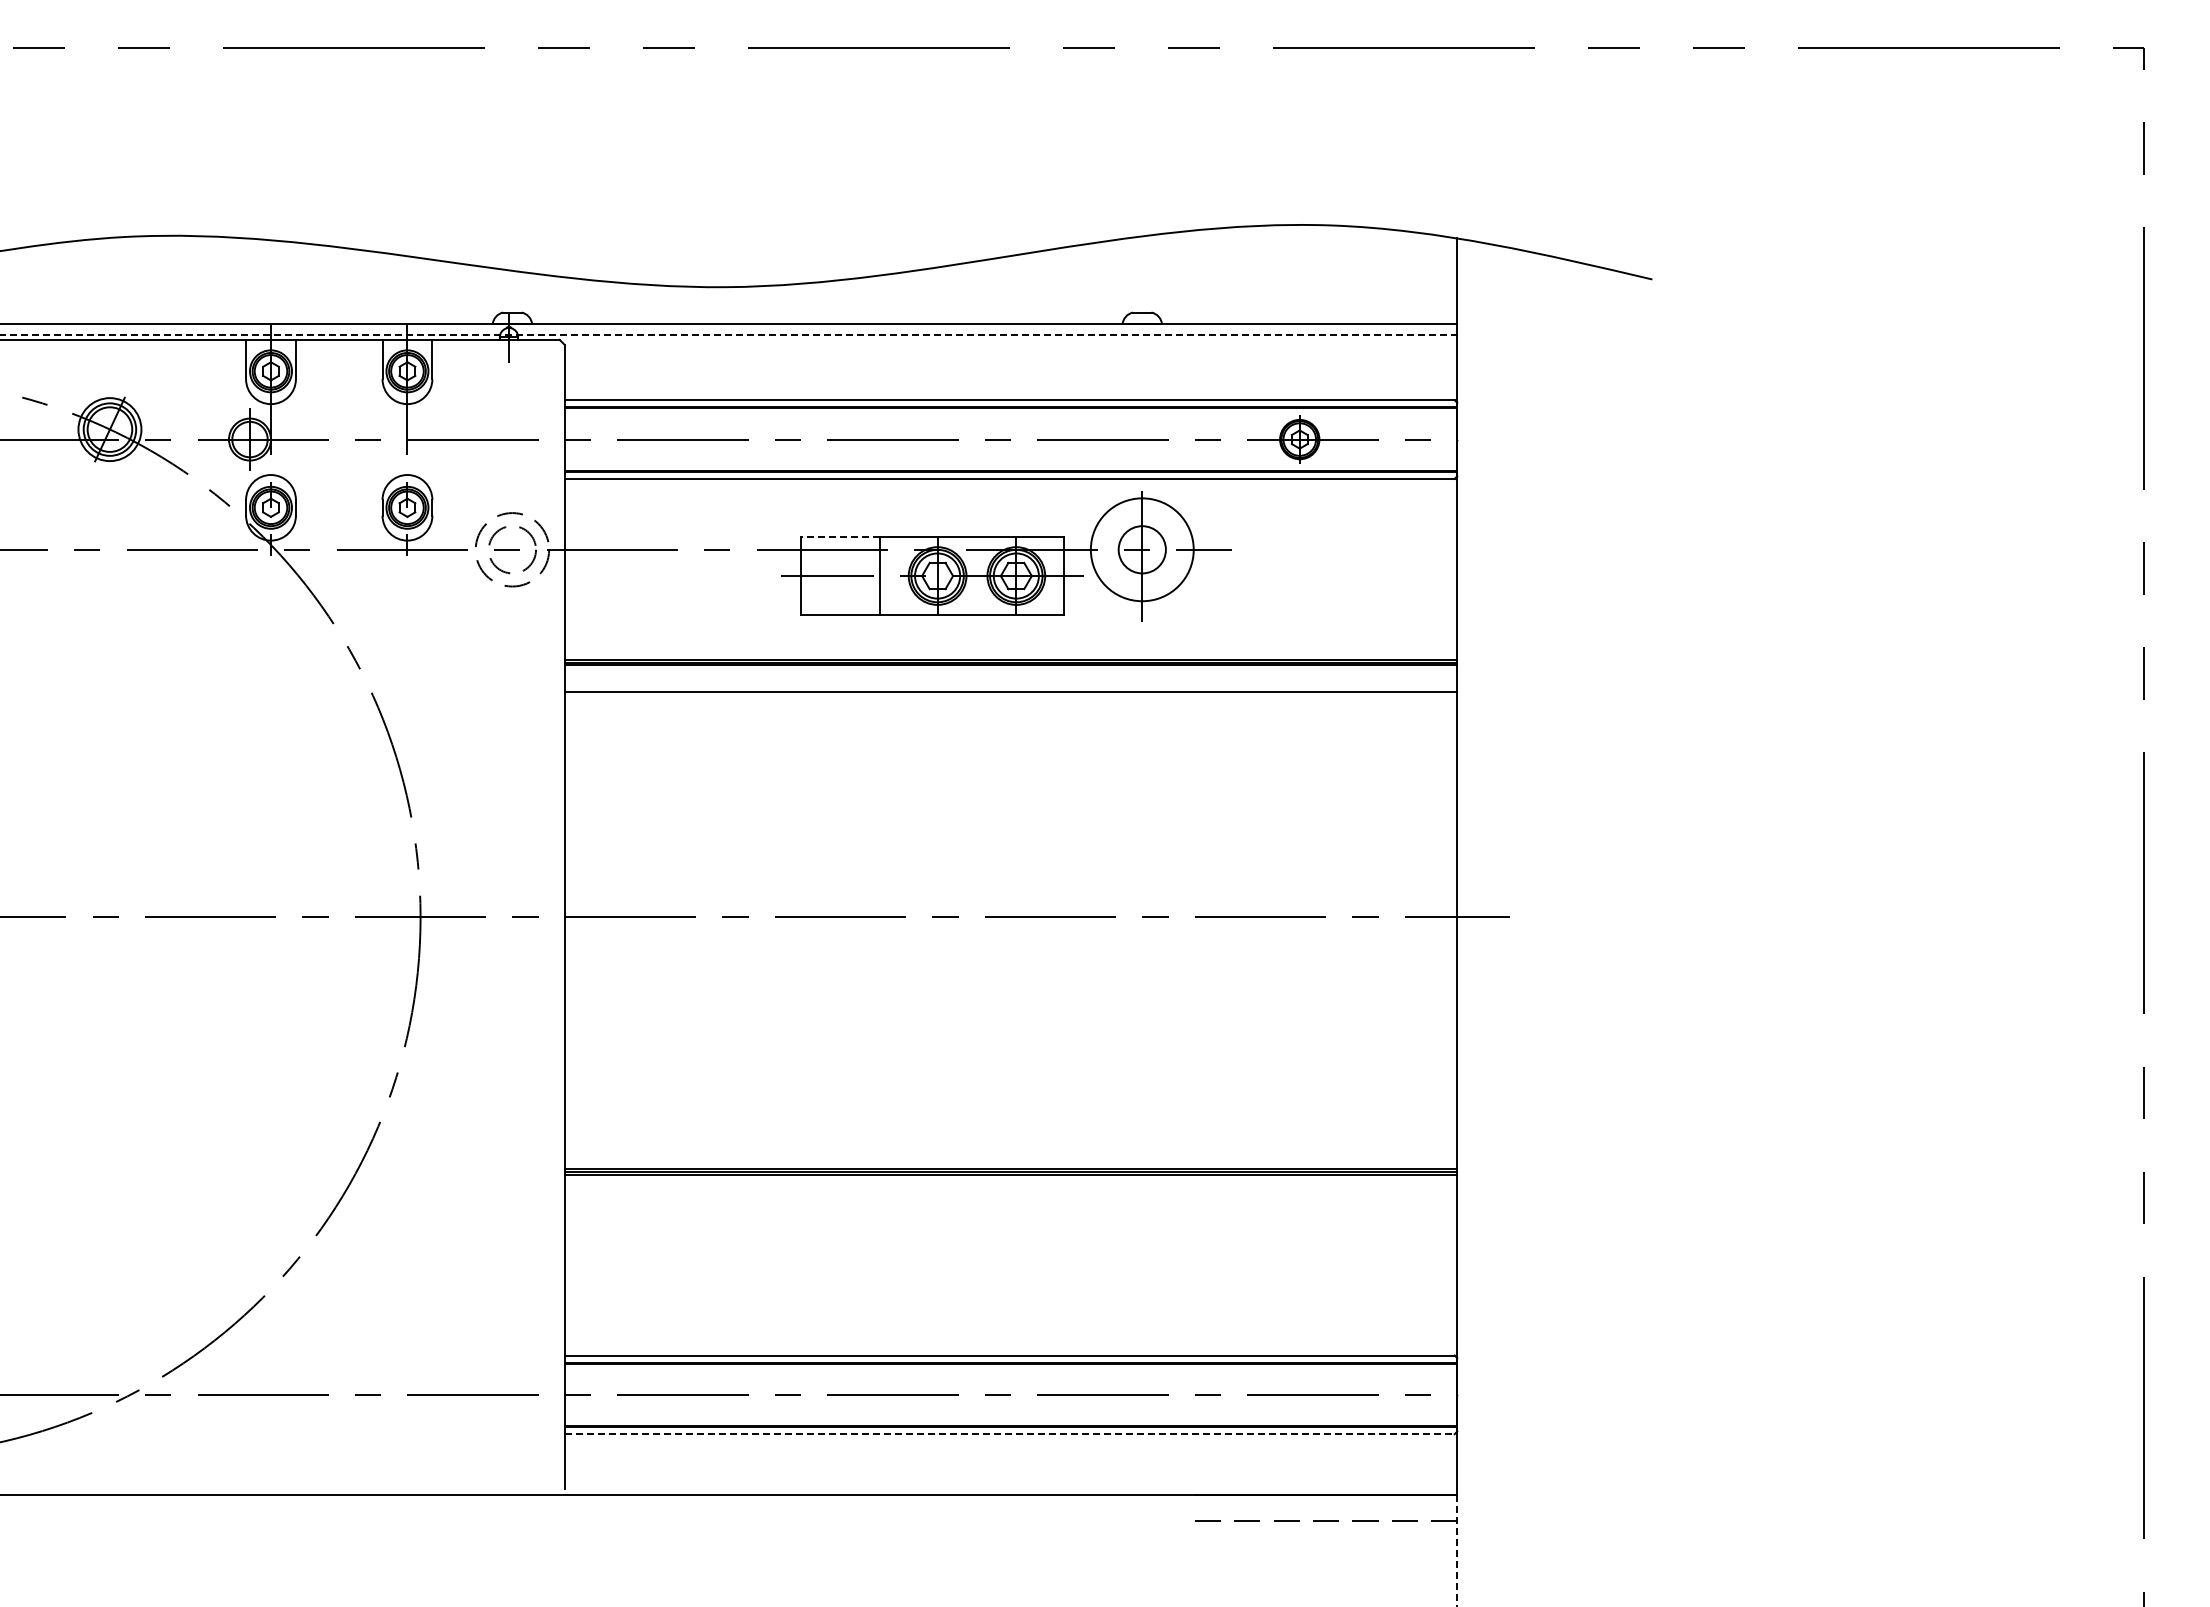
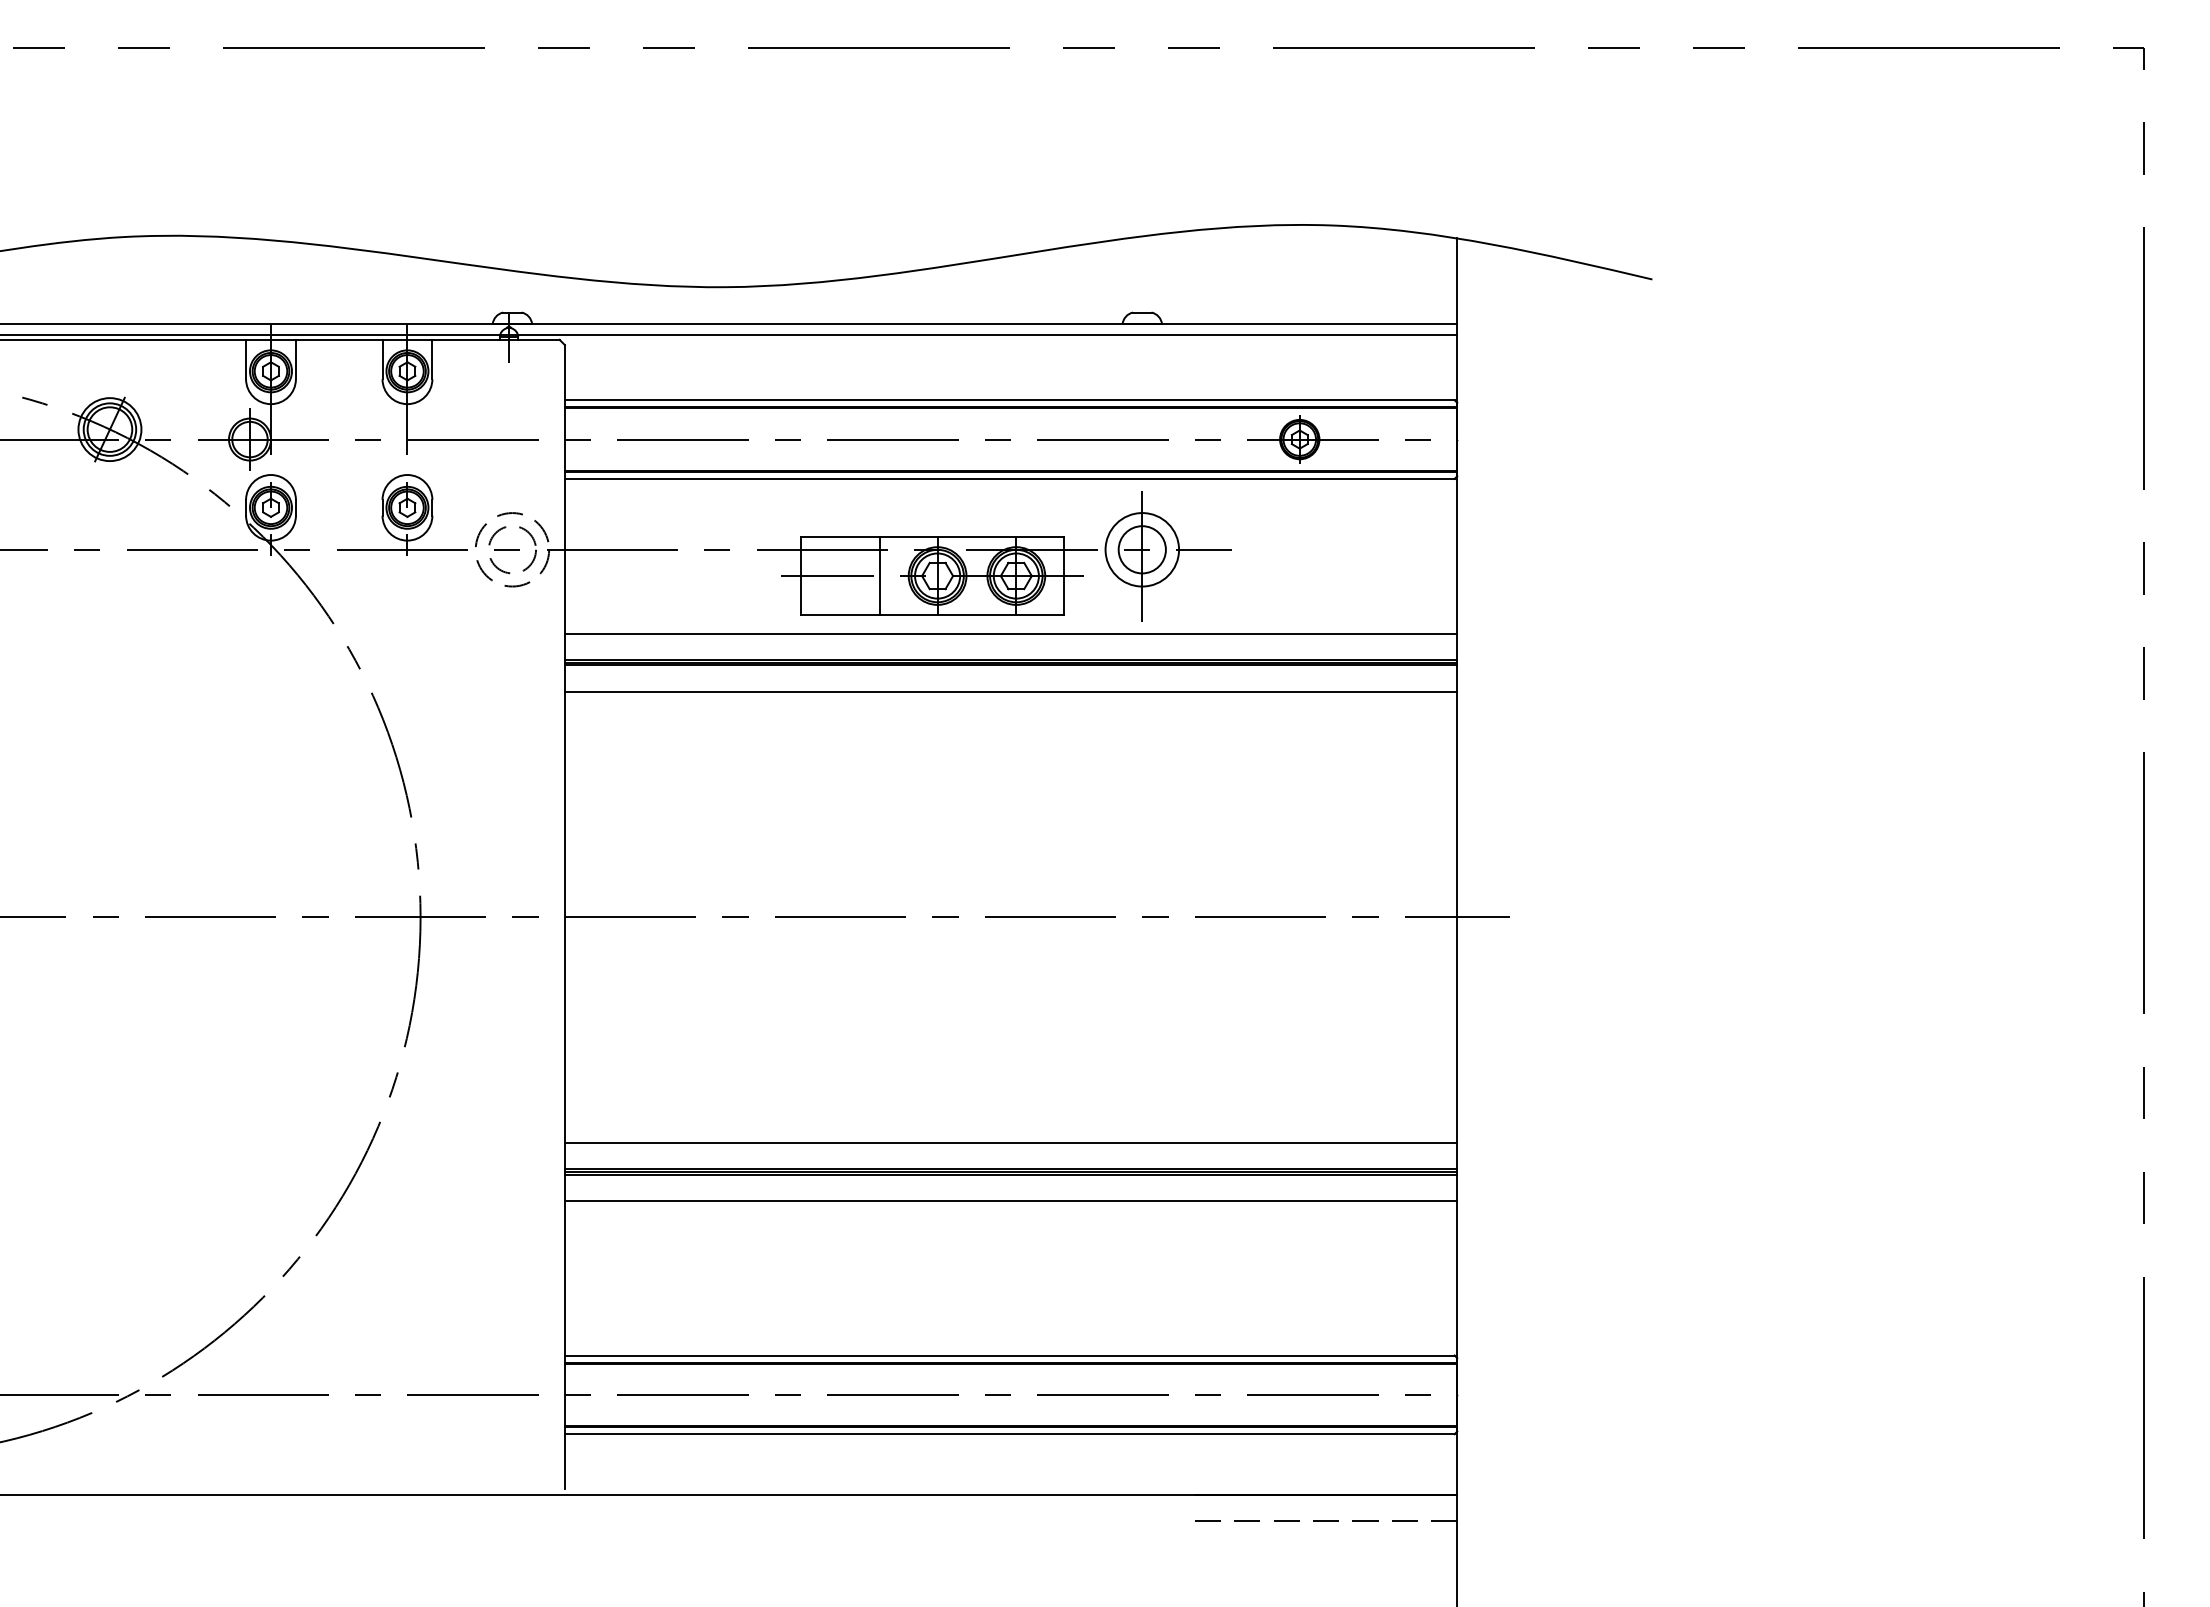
line at (729, 334): dashed -> solid
line at (840, 536): dashed -> solid
circle at (1141, 549) diameter: 103 px -> 73 px
line at (1010, 633): none -> present
line at (1010, 1142): none -> present
line at (1010, 1200): none -> present
line at (1009, 1434): dashed -> solid
line at (1457, 1550): dashed -> solid
